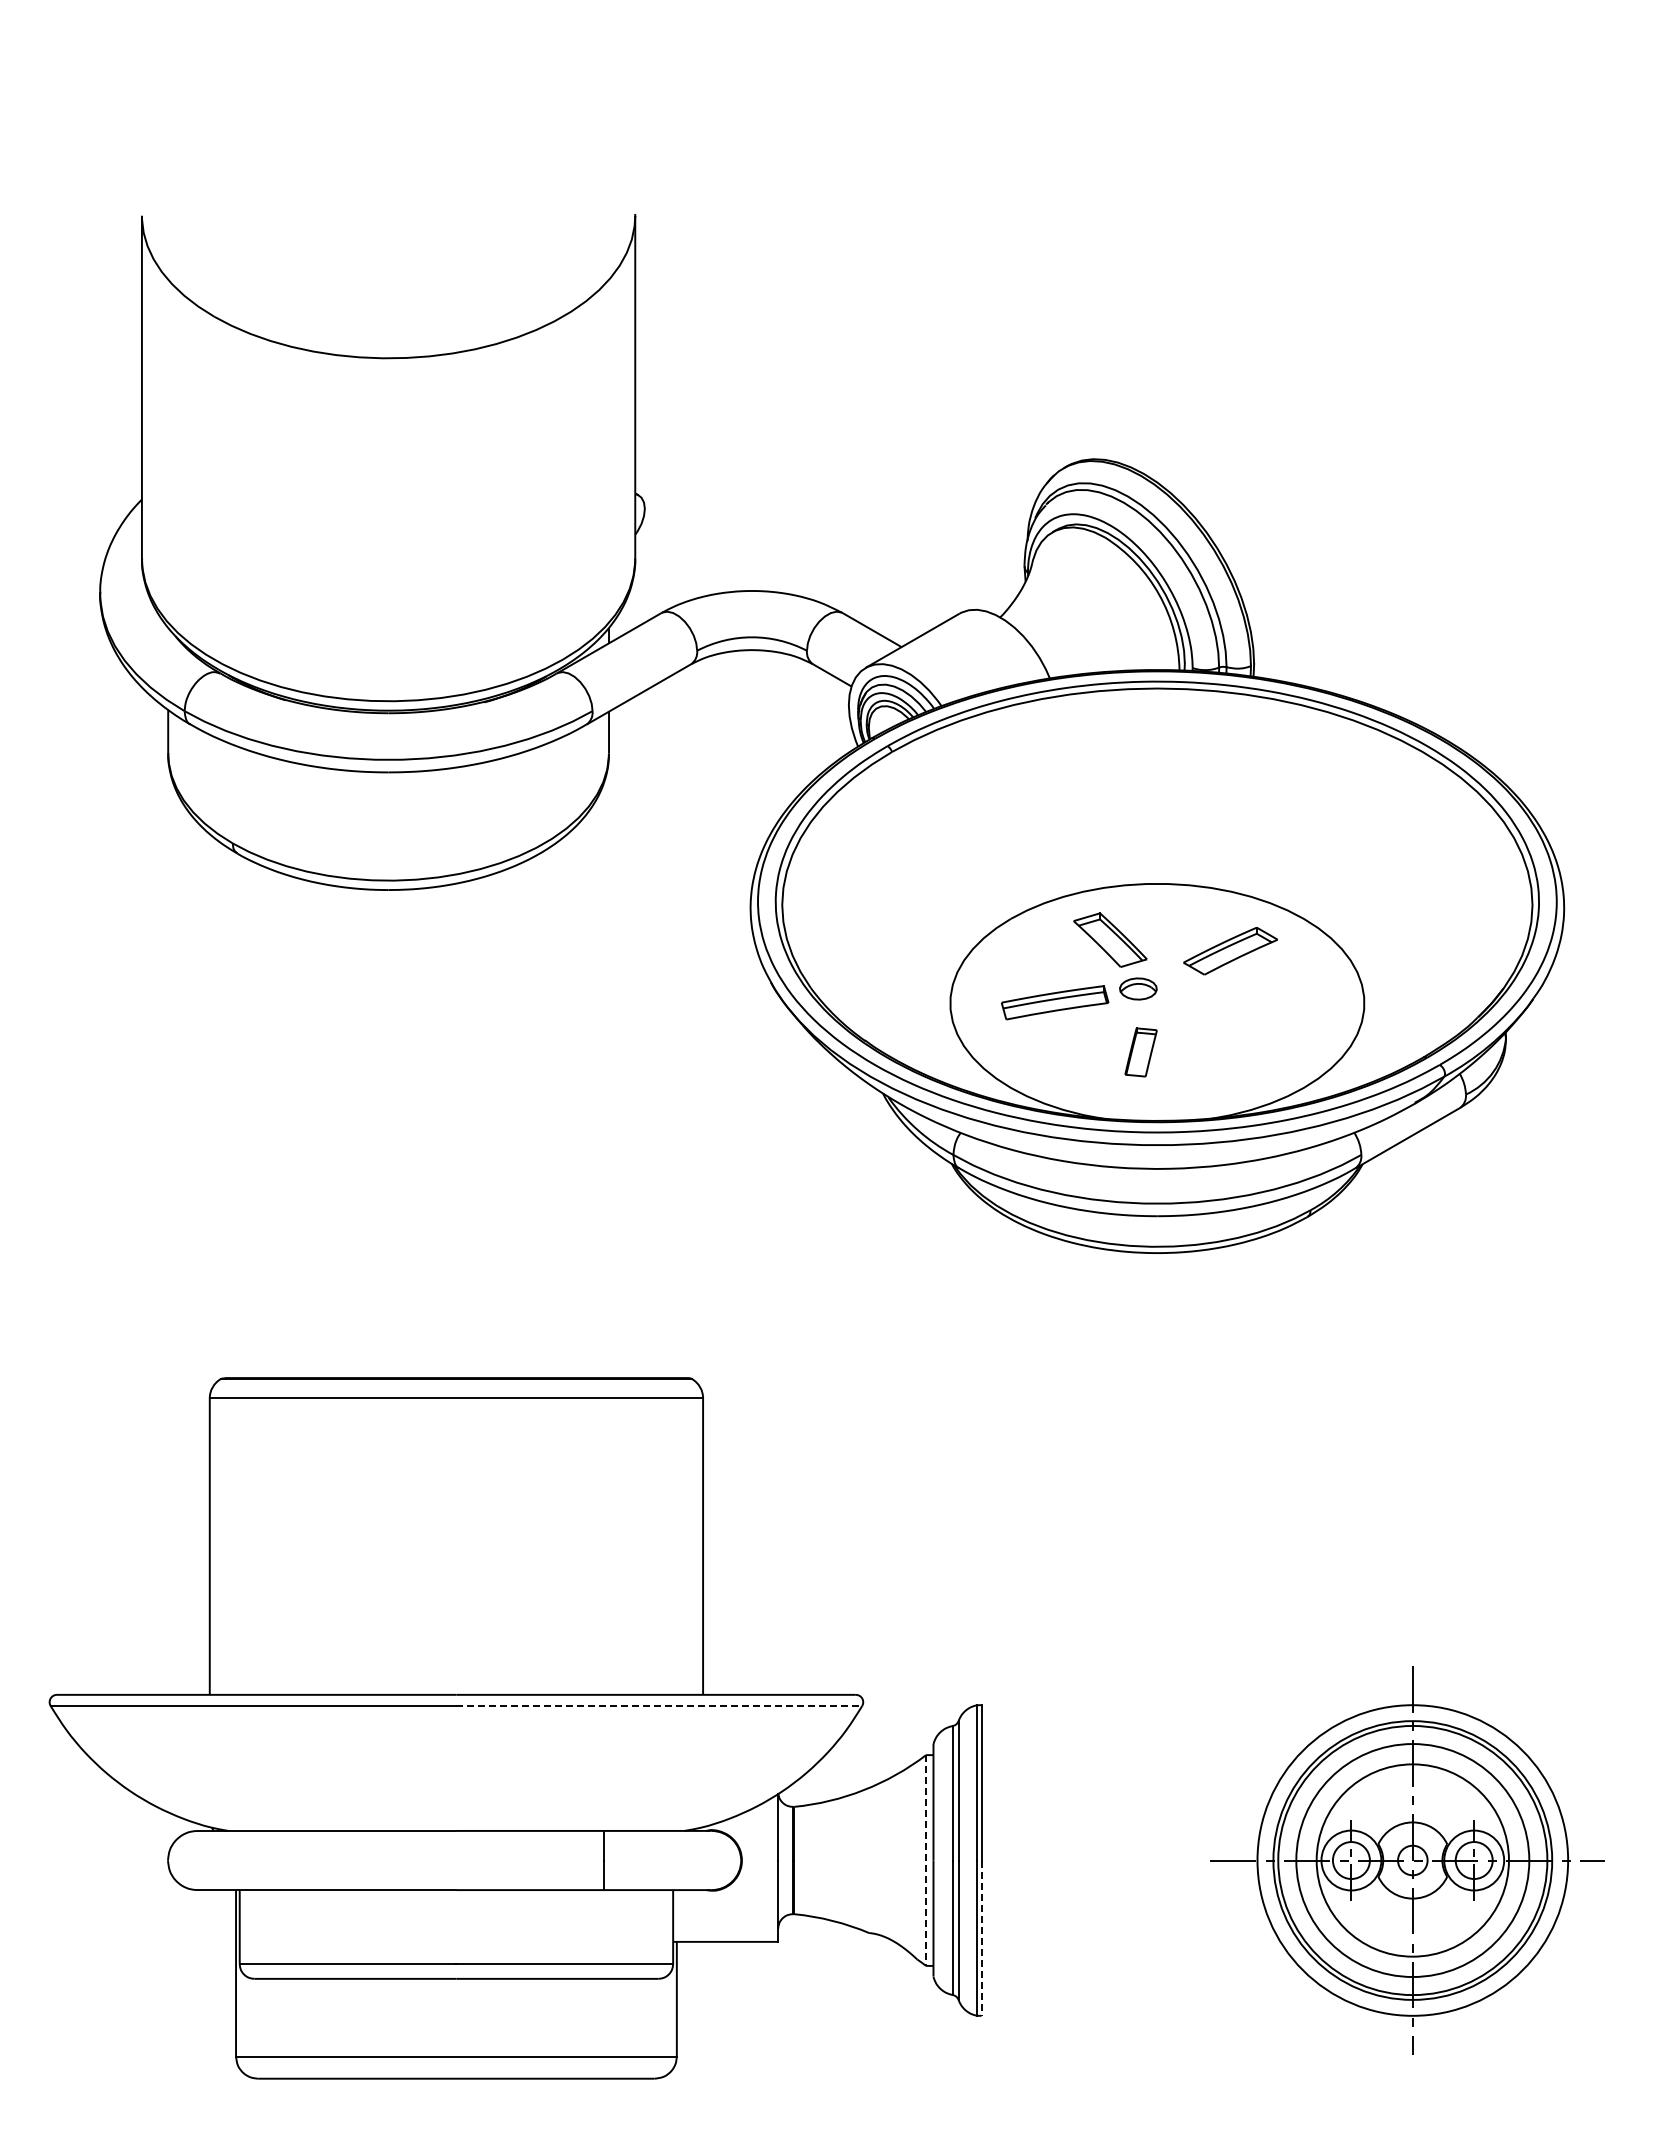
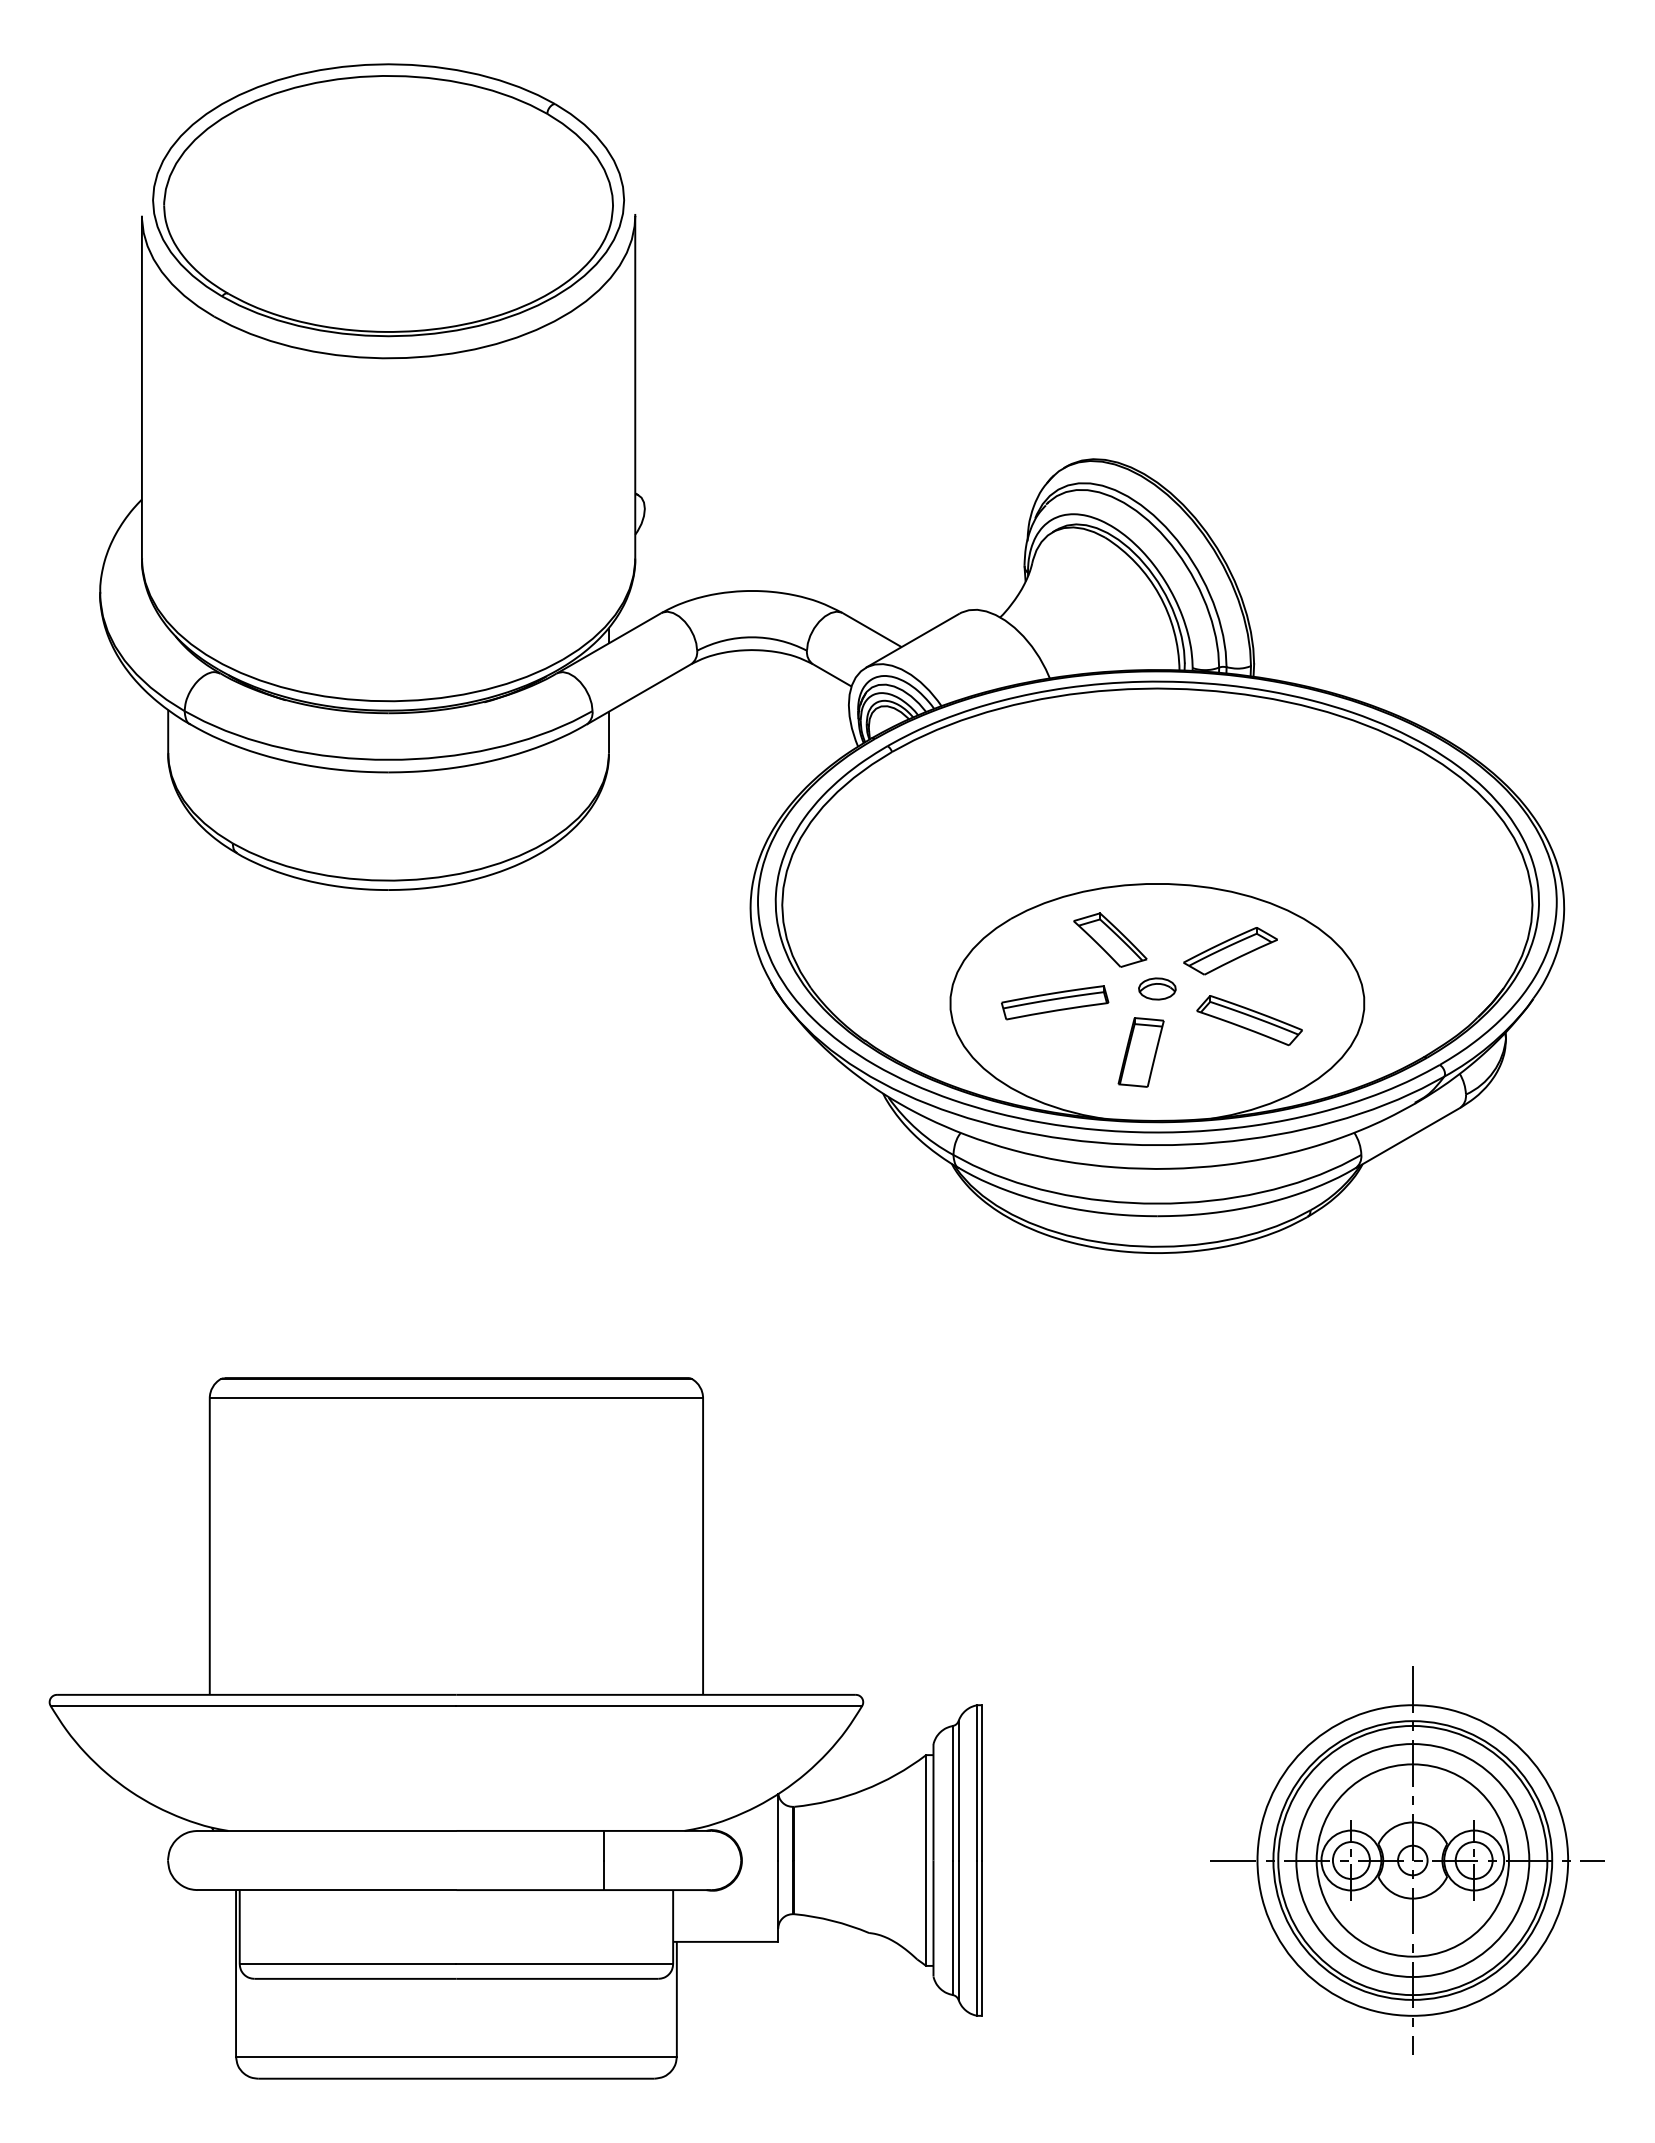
part at (388, 200): none -> present
part at (1138, 988) position: (1138, 988) -> (1157, 988)
part at (1249, 1020): none -> present
part at (1140, 1052) size: 34x51 px -> 48x71 px
line at (659, 1705): dashed -> solid
line at (926, 1861): dashed -> solid
line at (981, 1938): dashed -> solid
